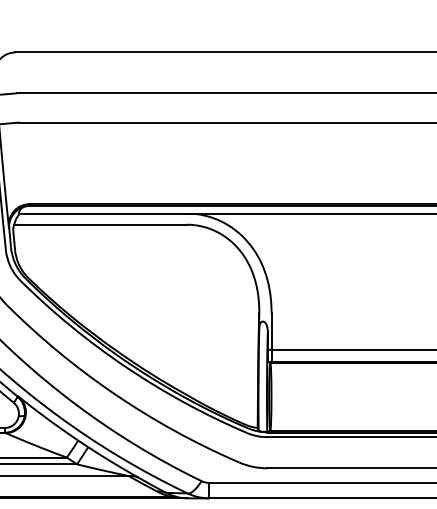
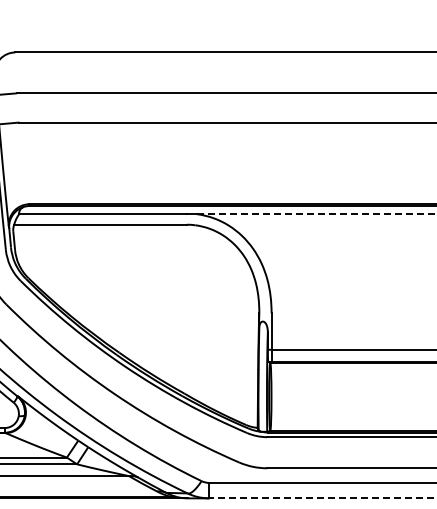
line at (316, 214): solid -> dashed
line at (323, 498): solid -> dashed
